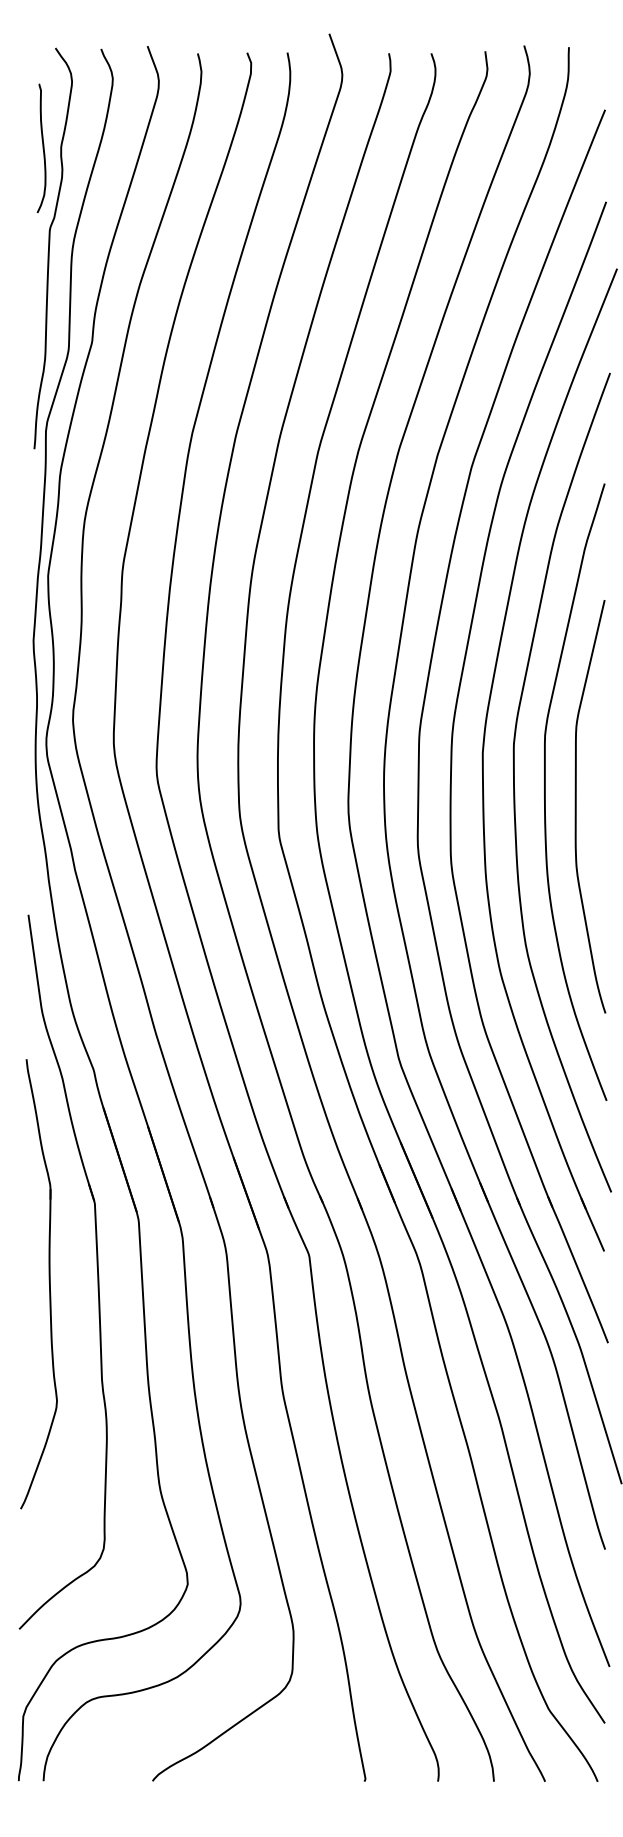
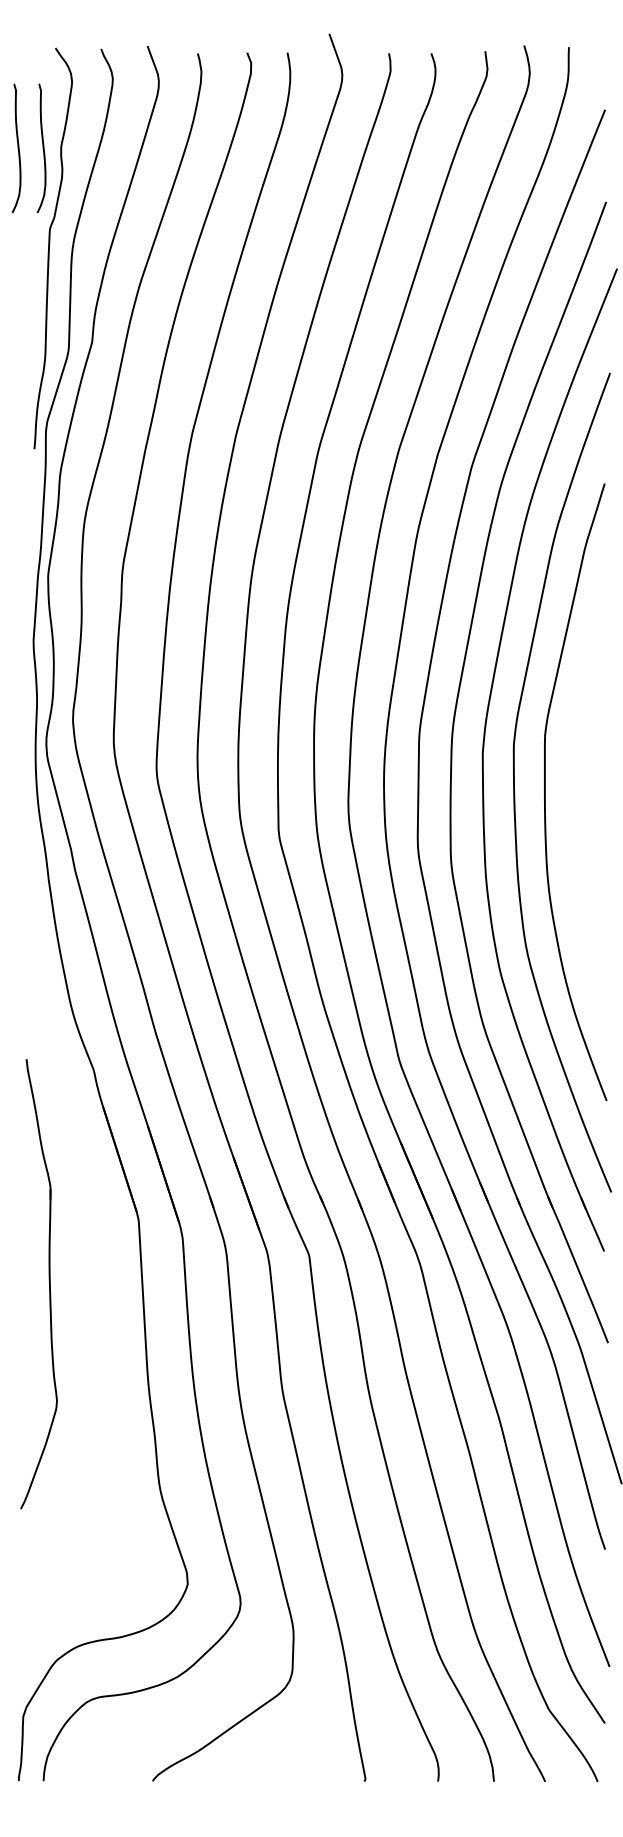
curve at (17, 148): none -> present
curve at (576, 806): present -> none
part at (96, 1266): present -> none
